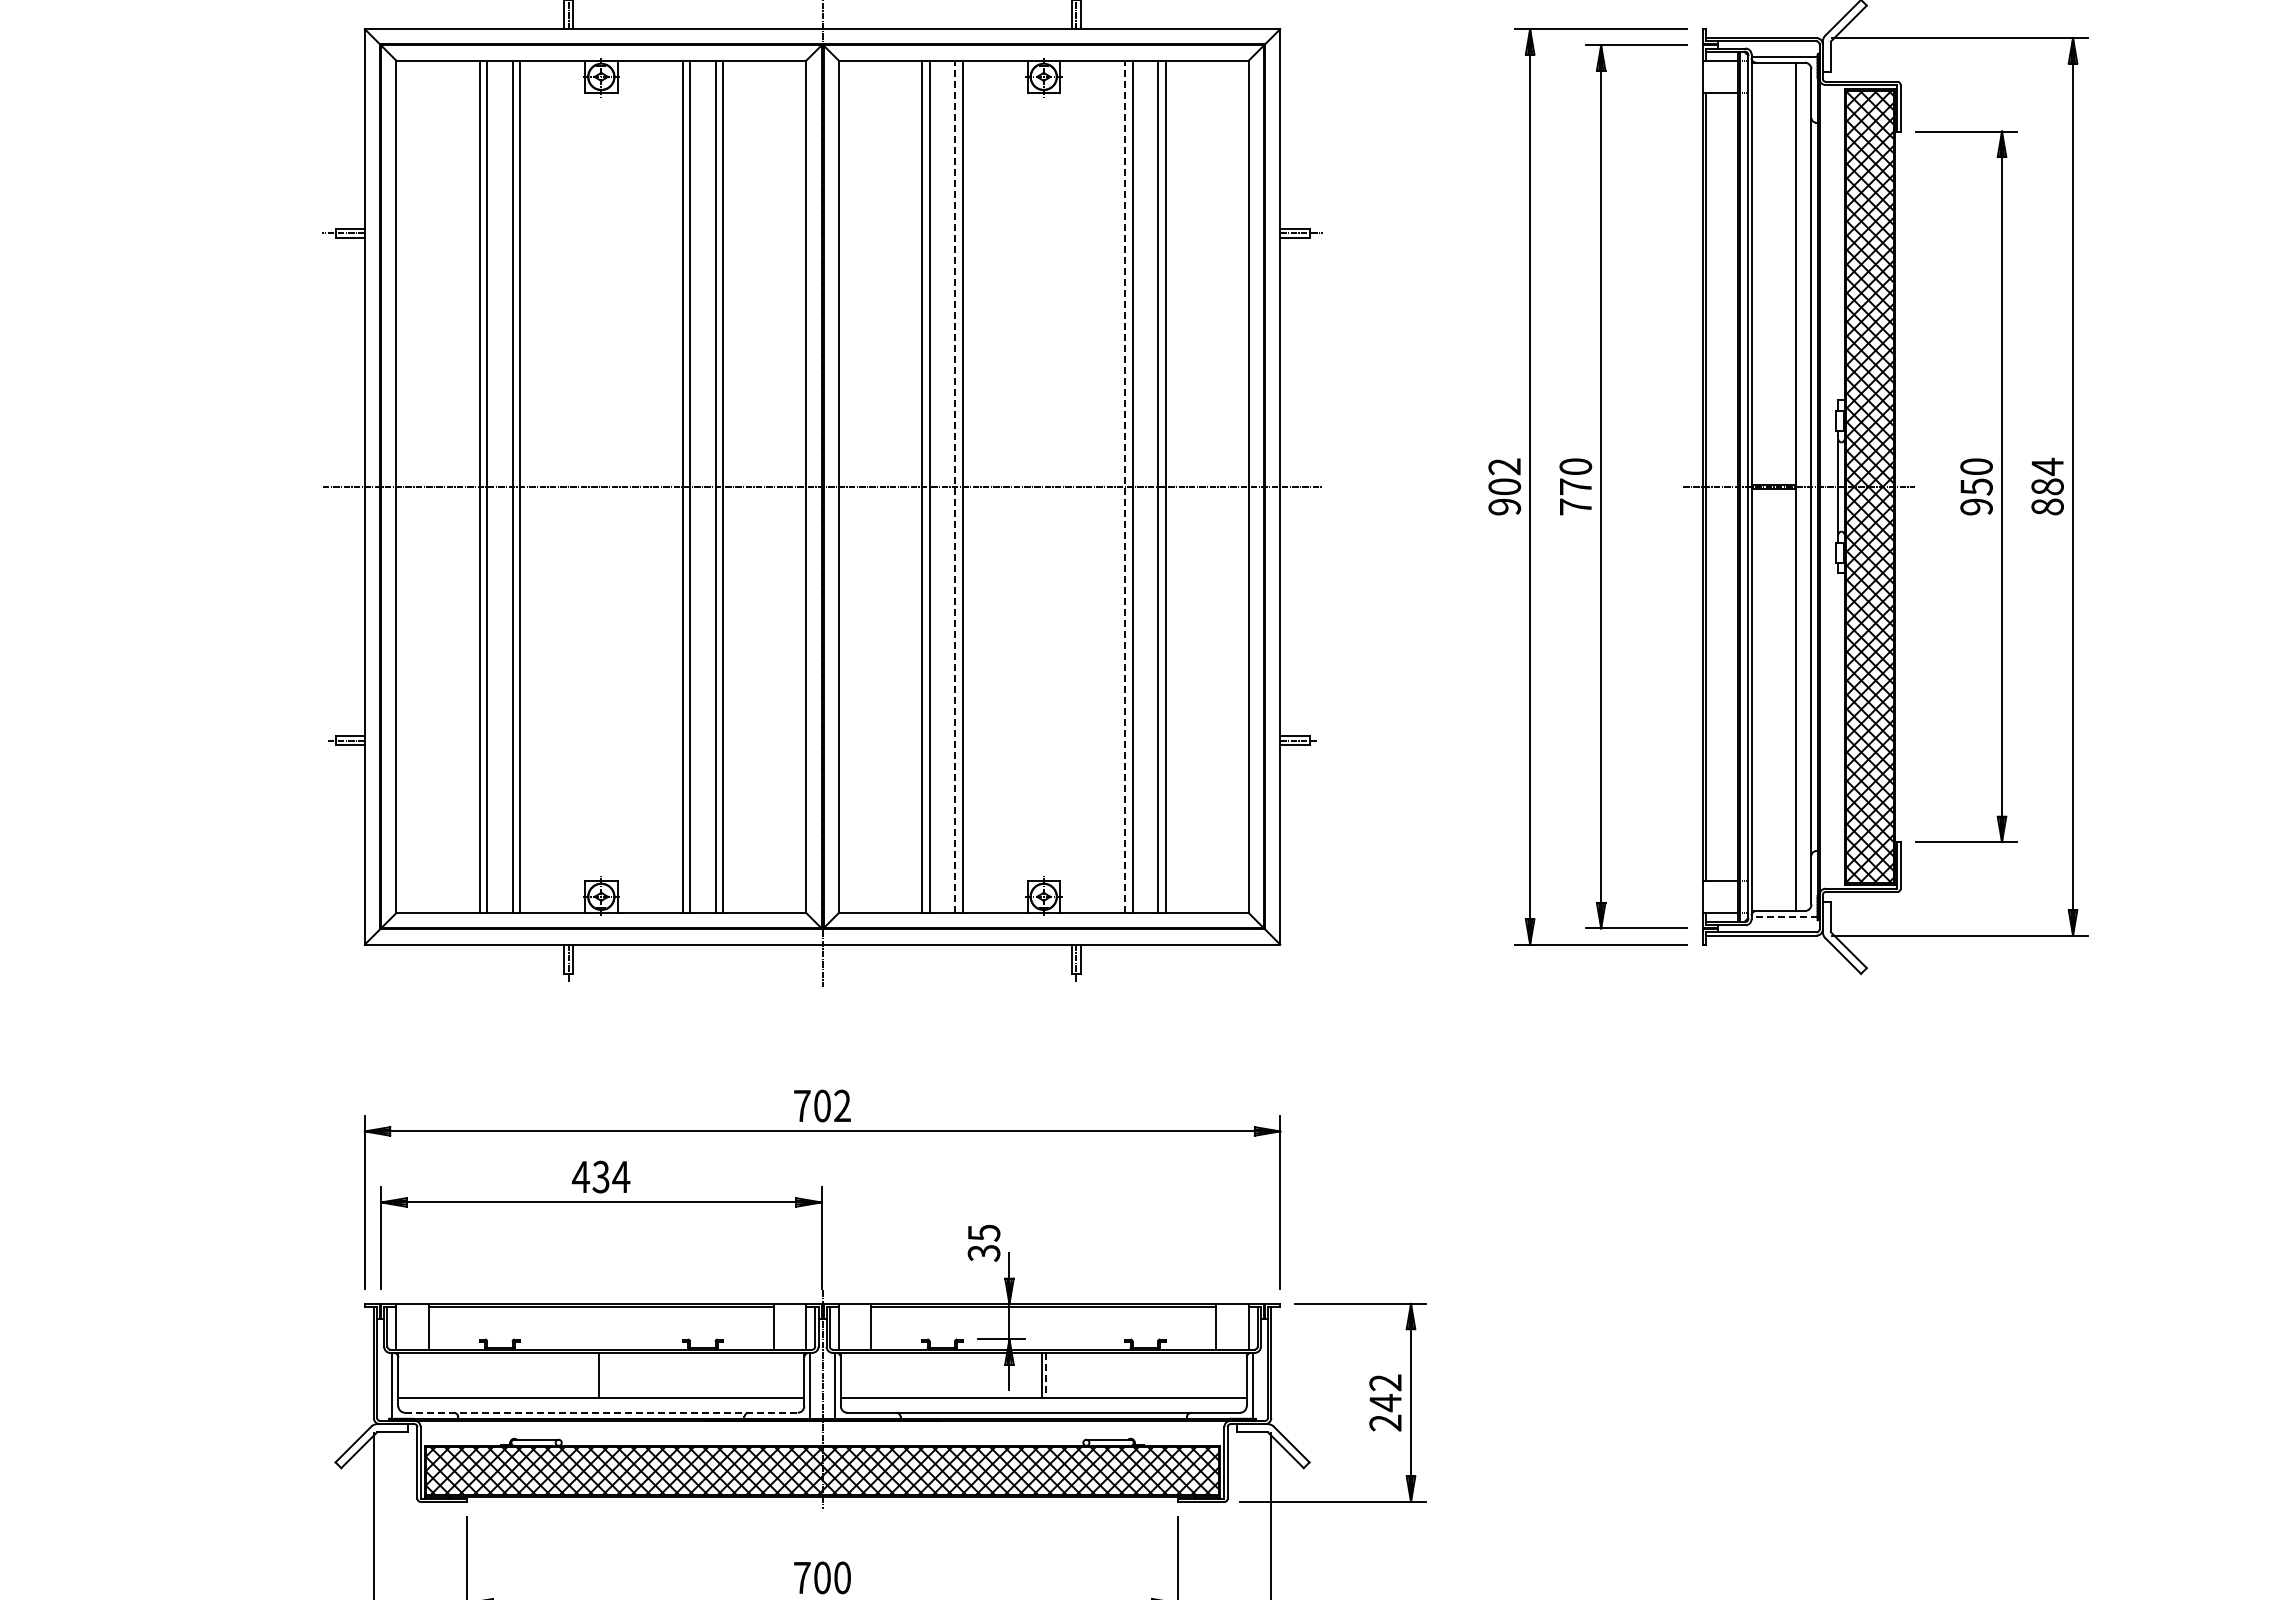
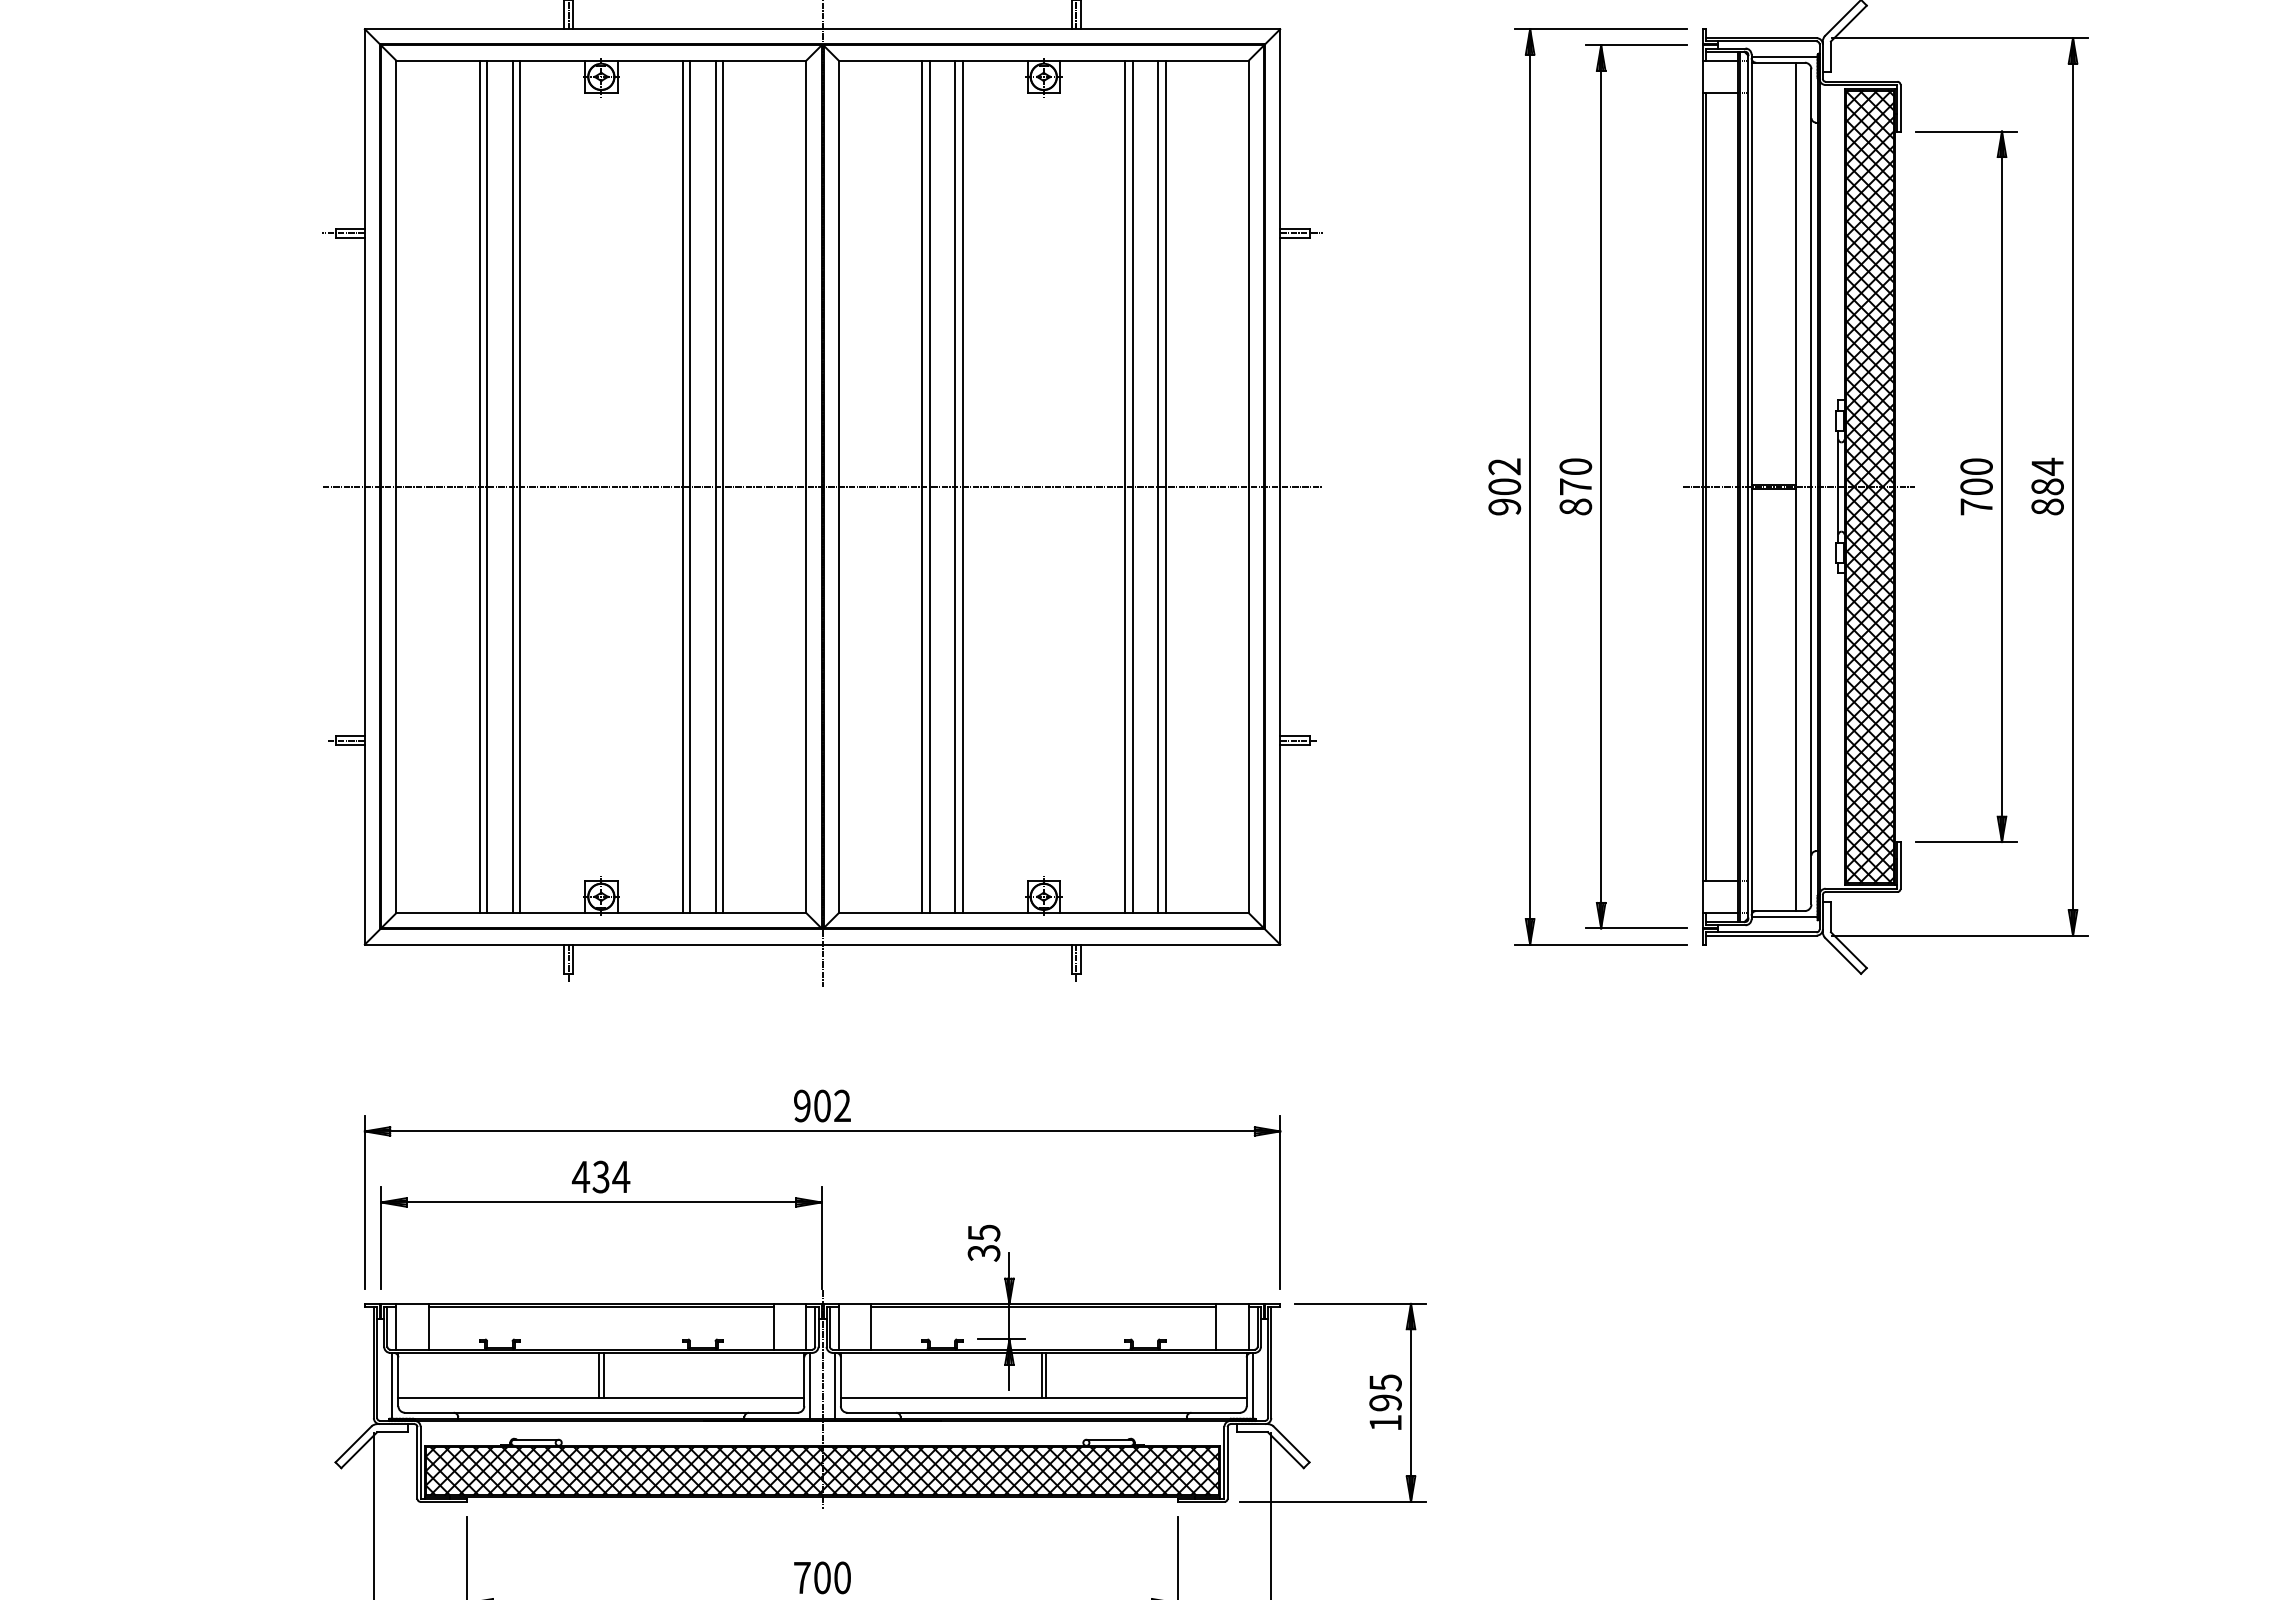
line at (954, 486): dashed -> solid
line at (1124, 486): dashed -> solid
text at (1976, 496): 950 -> 700
text at (1575, 506): 770 -> 870
line at (1784, 917): dashed -> solid
text at (802, 1105): 702 -> 902
line at (603, 1374): none -> present
line at (1046, 1375): dashed -> solid
text at (1385, 1402): 242 -> 195
line at (601, 1412): dashed -> solid
